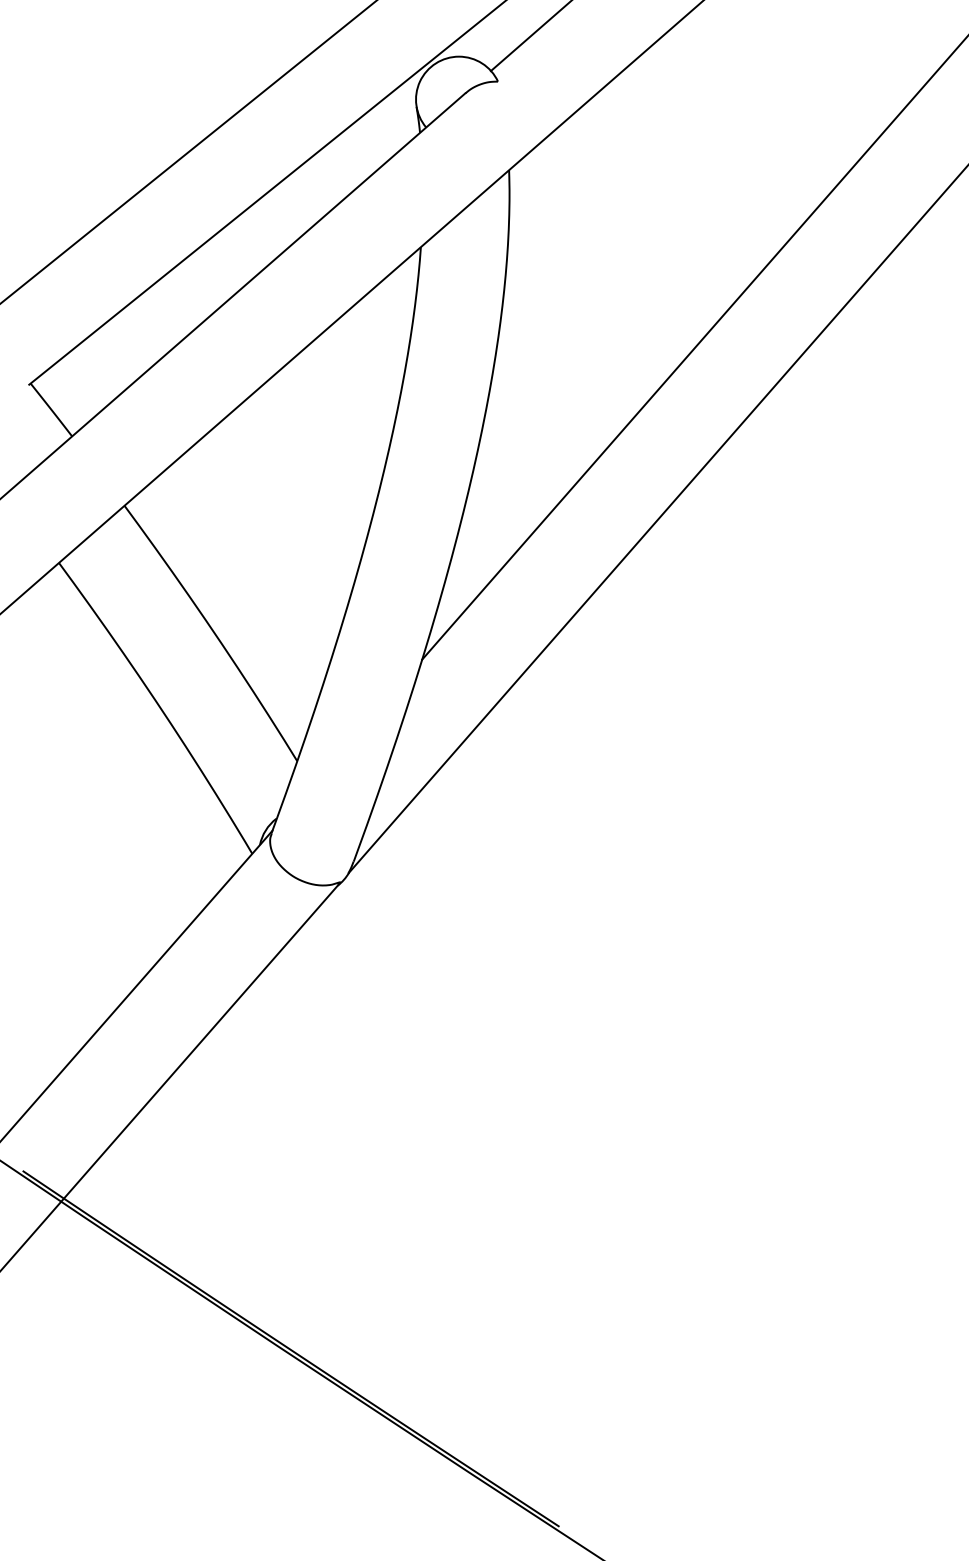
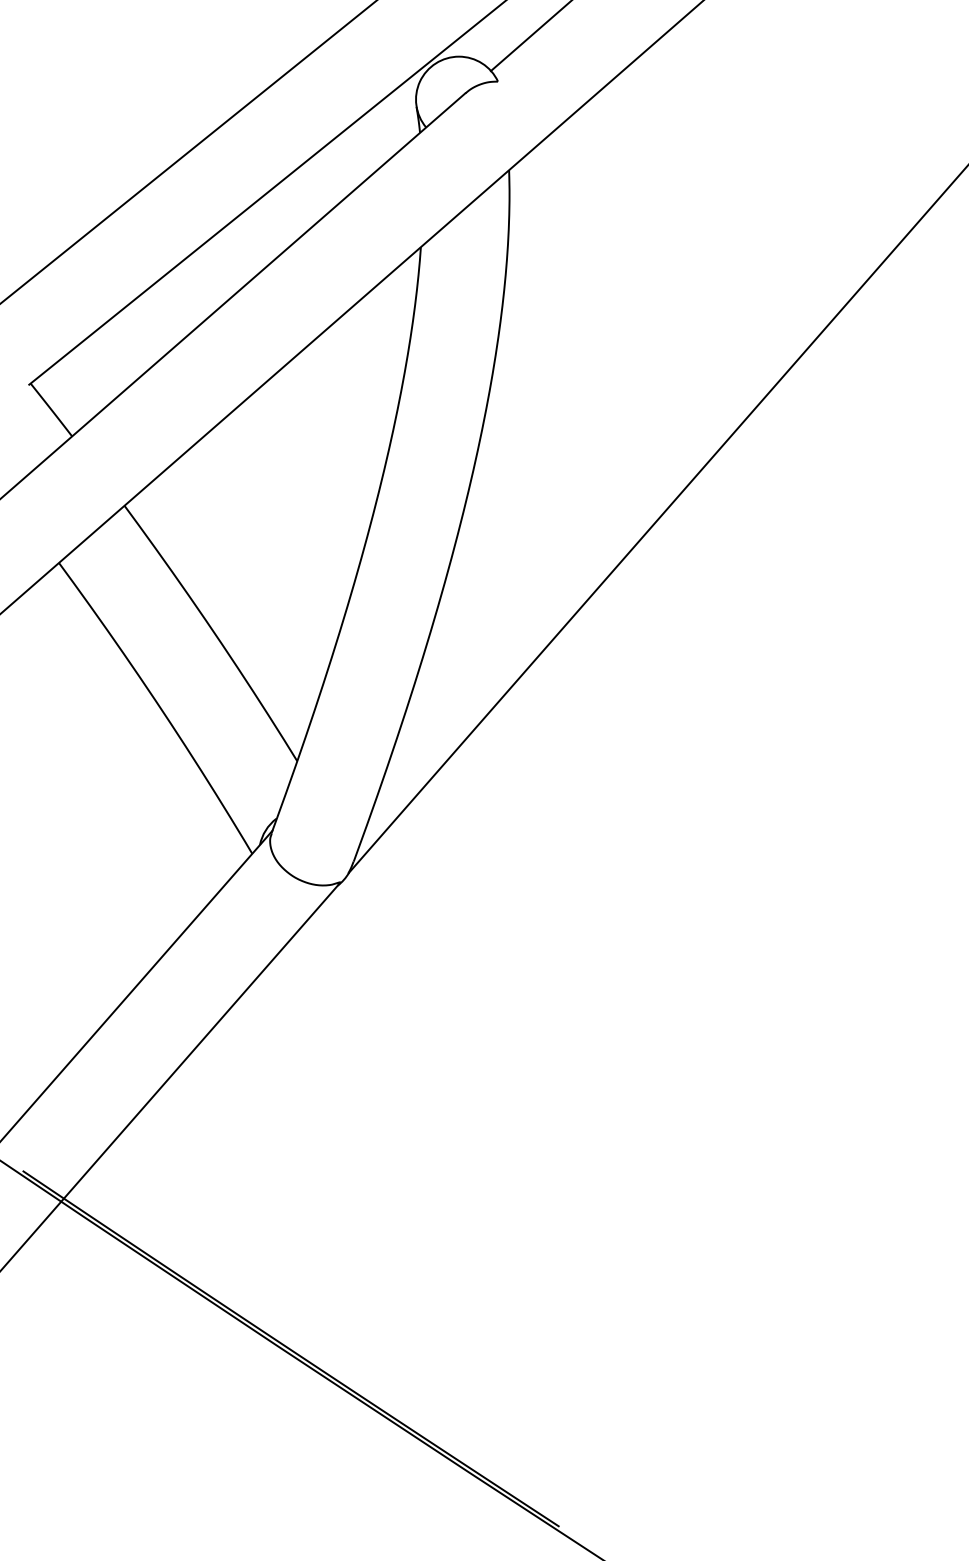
line at (693, 348): present -> none
